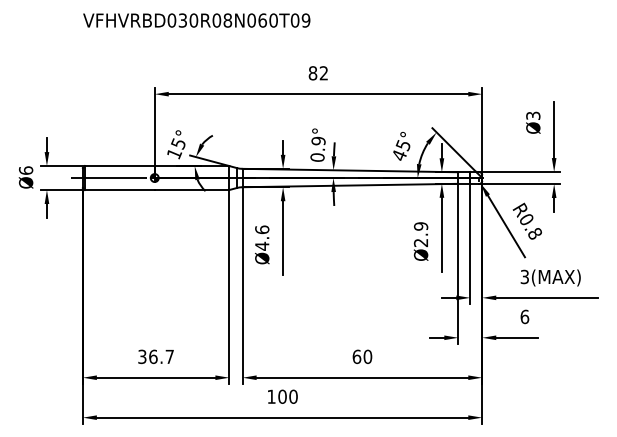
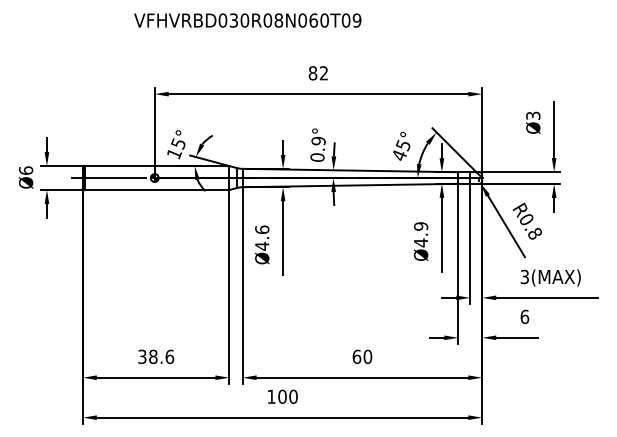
text at (196, 20) position: (196, 20) -> (247, 20)
text at (420, 242): Ø2.9 -> Ø4.9
text at (161, 356): 36.7 -> 38.6
